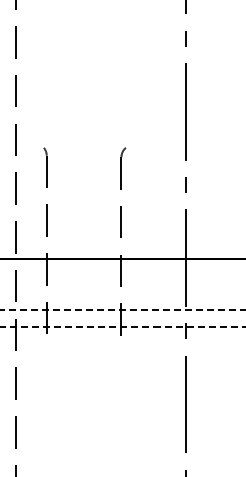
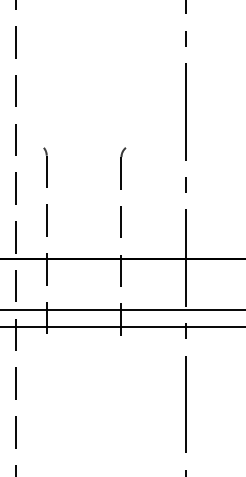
line at (123, 309): dashed -> solid
line at (123, 327): dashed -> solid
